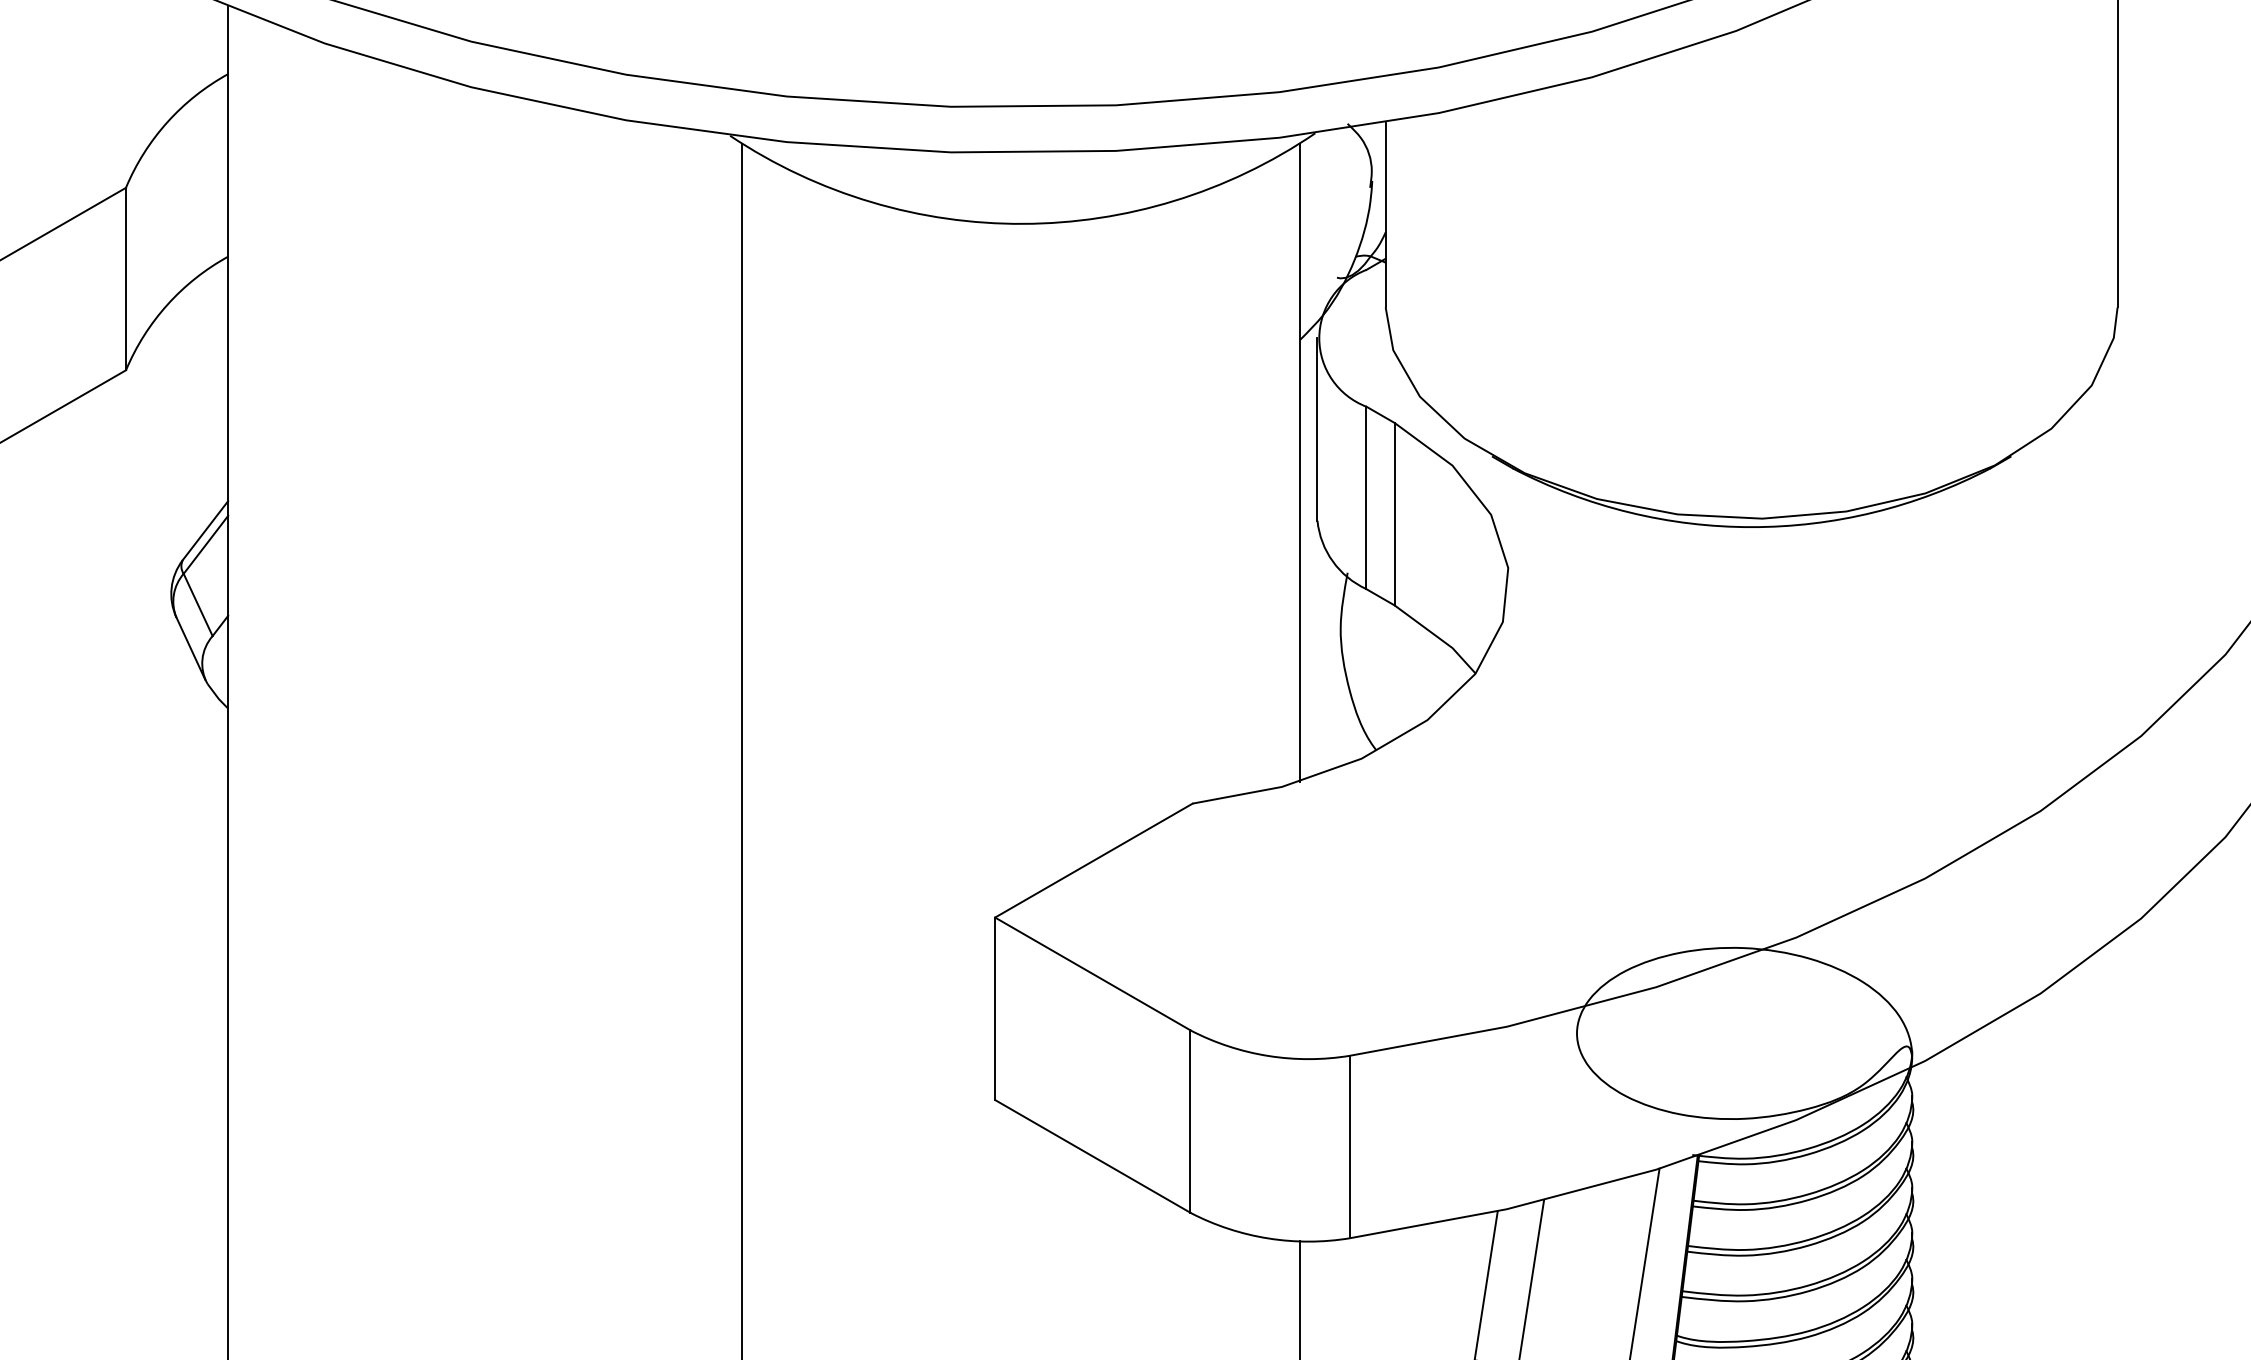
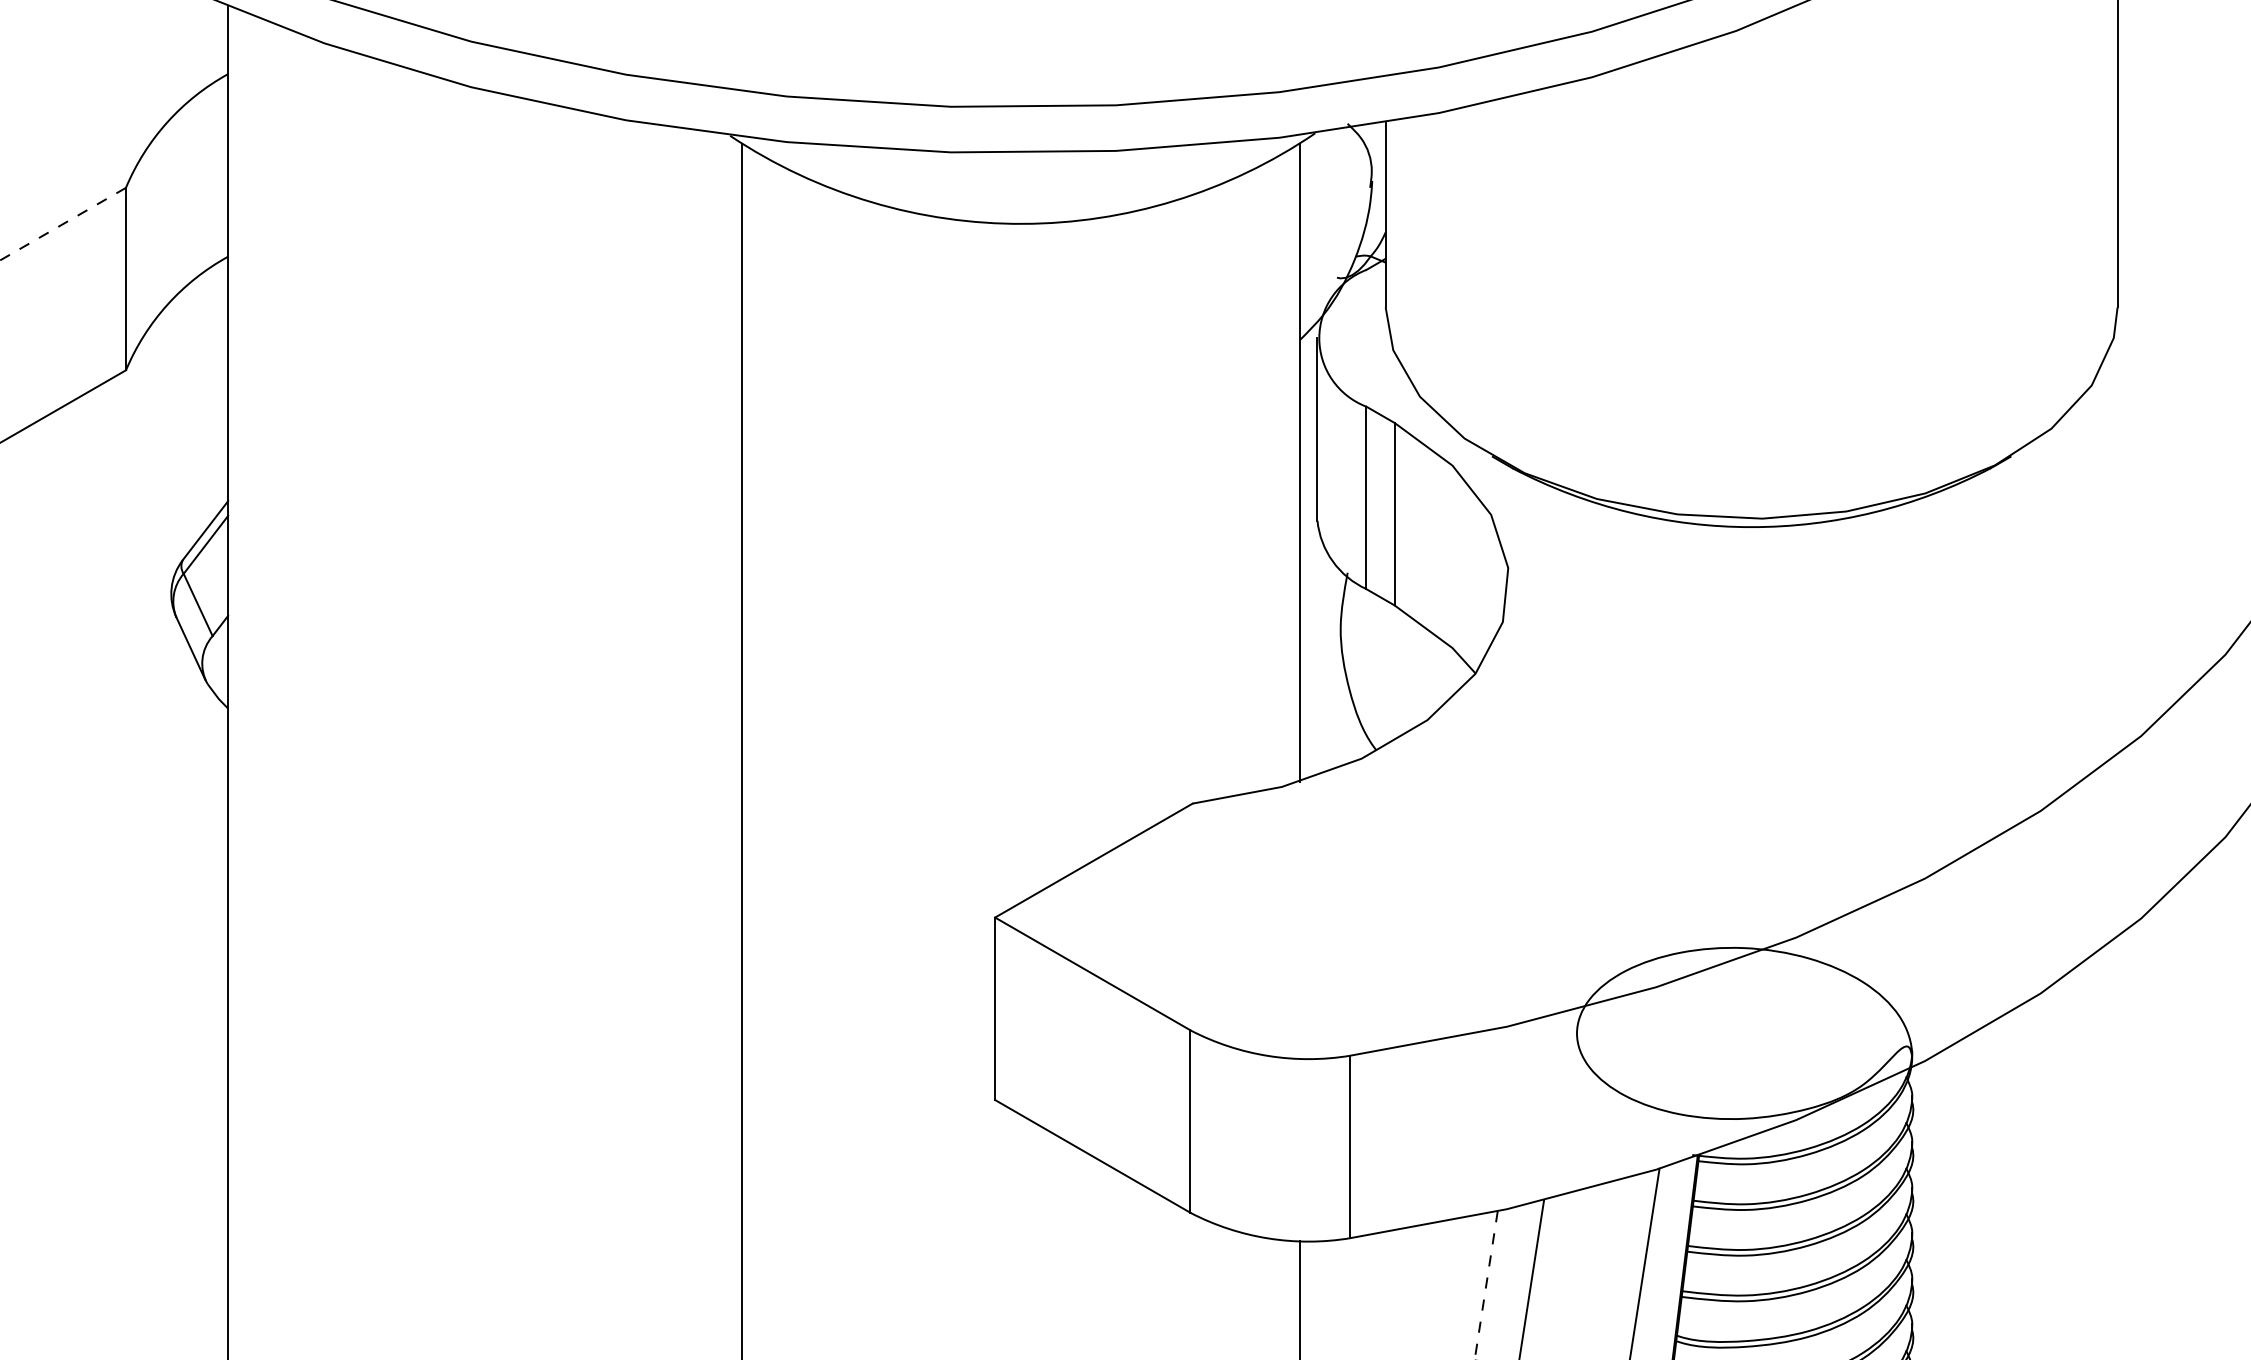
line at (63, 224): solid -> dashed
line at (1486, 1285): solid -> dashed
